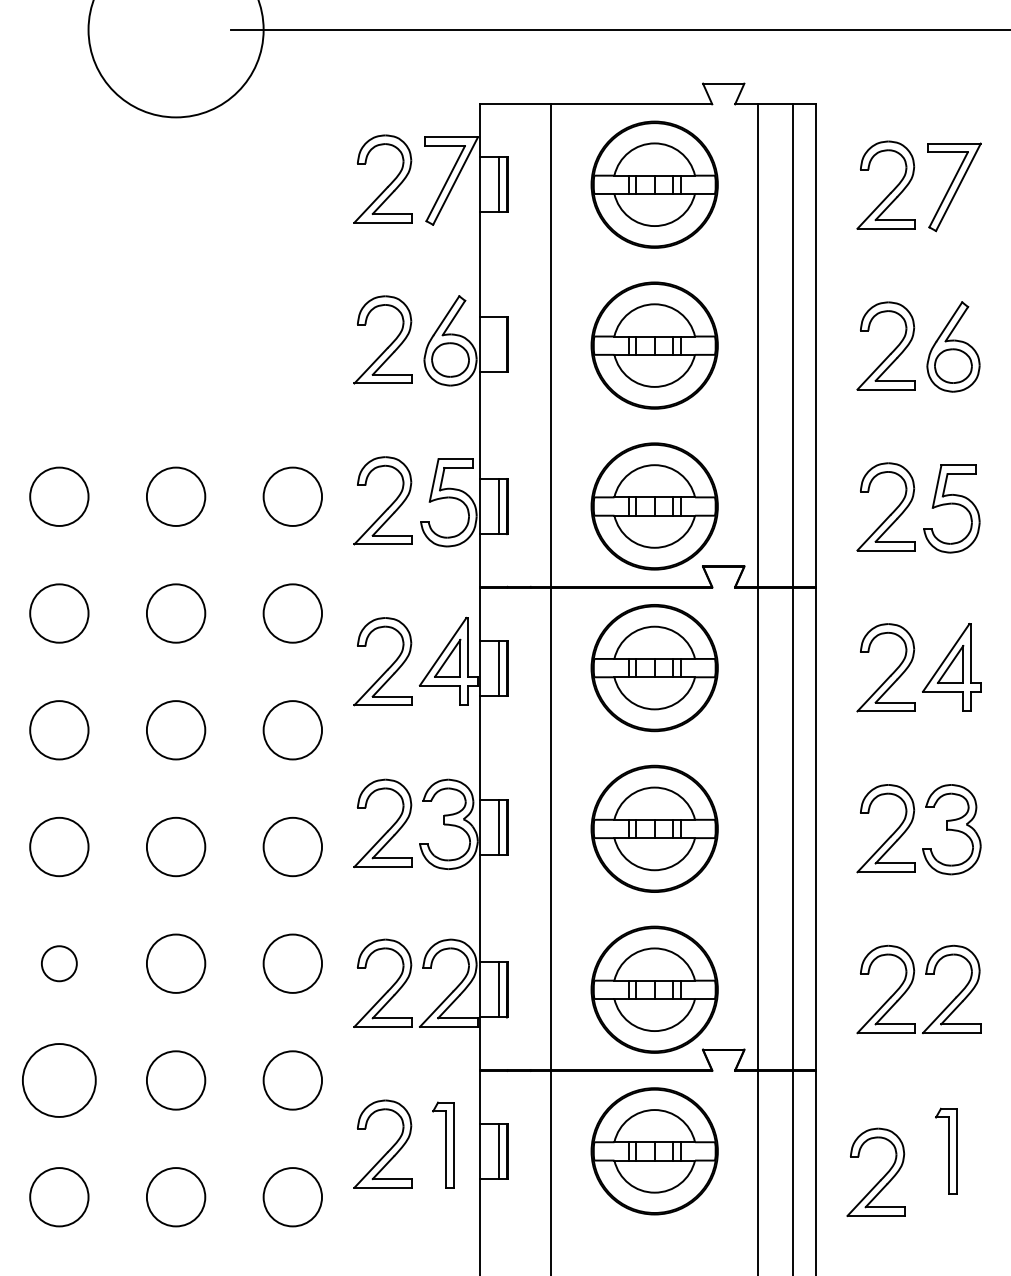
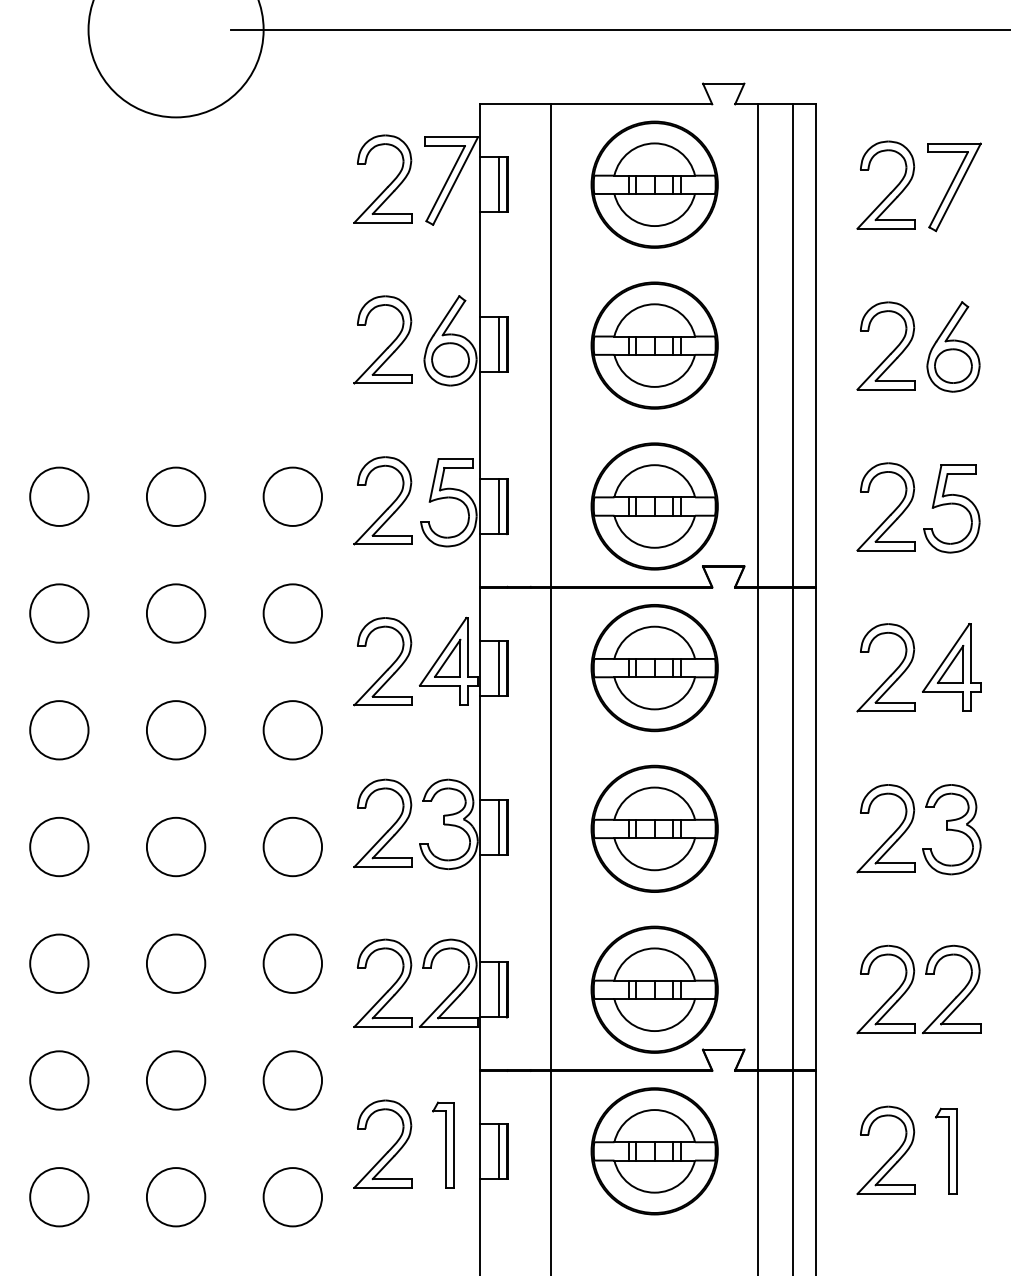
line at (499, 344): none -> present
circle at (58, 963) diameter: 35 px -> 58 px
circle at (59, 1080) size: 75x75 px -> 61x61 px
part at (882, 1177) position: (882, 1177) -> (892, 1155)
